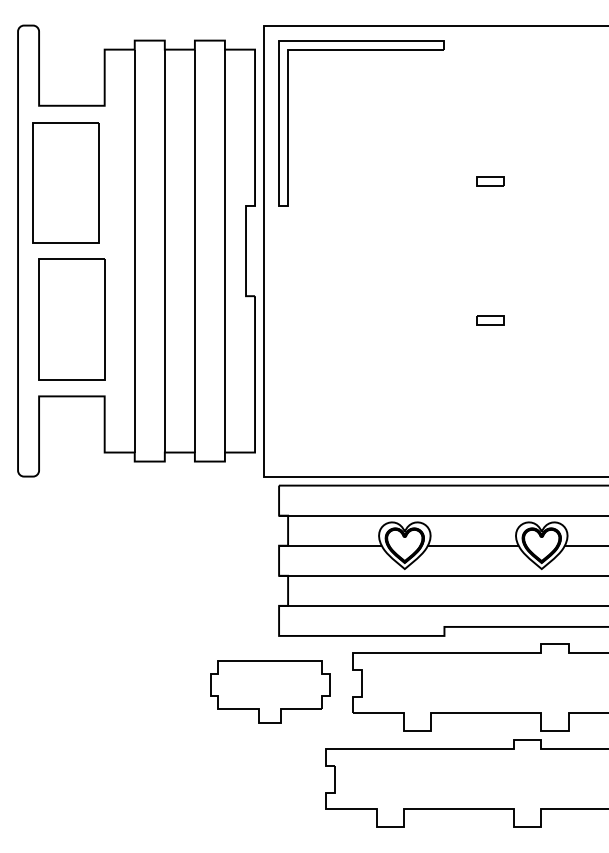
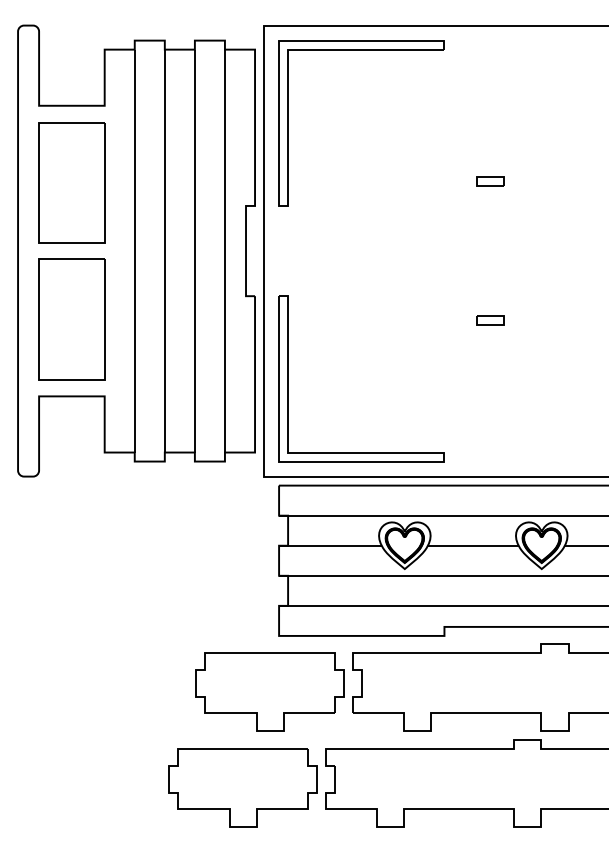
part at (65, 182) position: (65, 182) -> (71, 182)
part at (288, 378): none -> present
part at (270, 691) size: 121x64 px -> 150x80 px
part at (242, 787): none -> present
